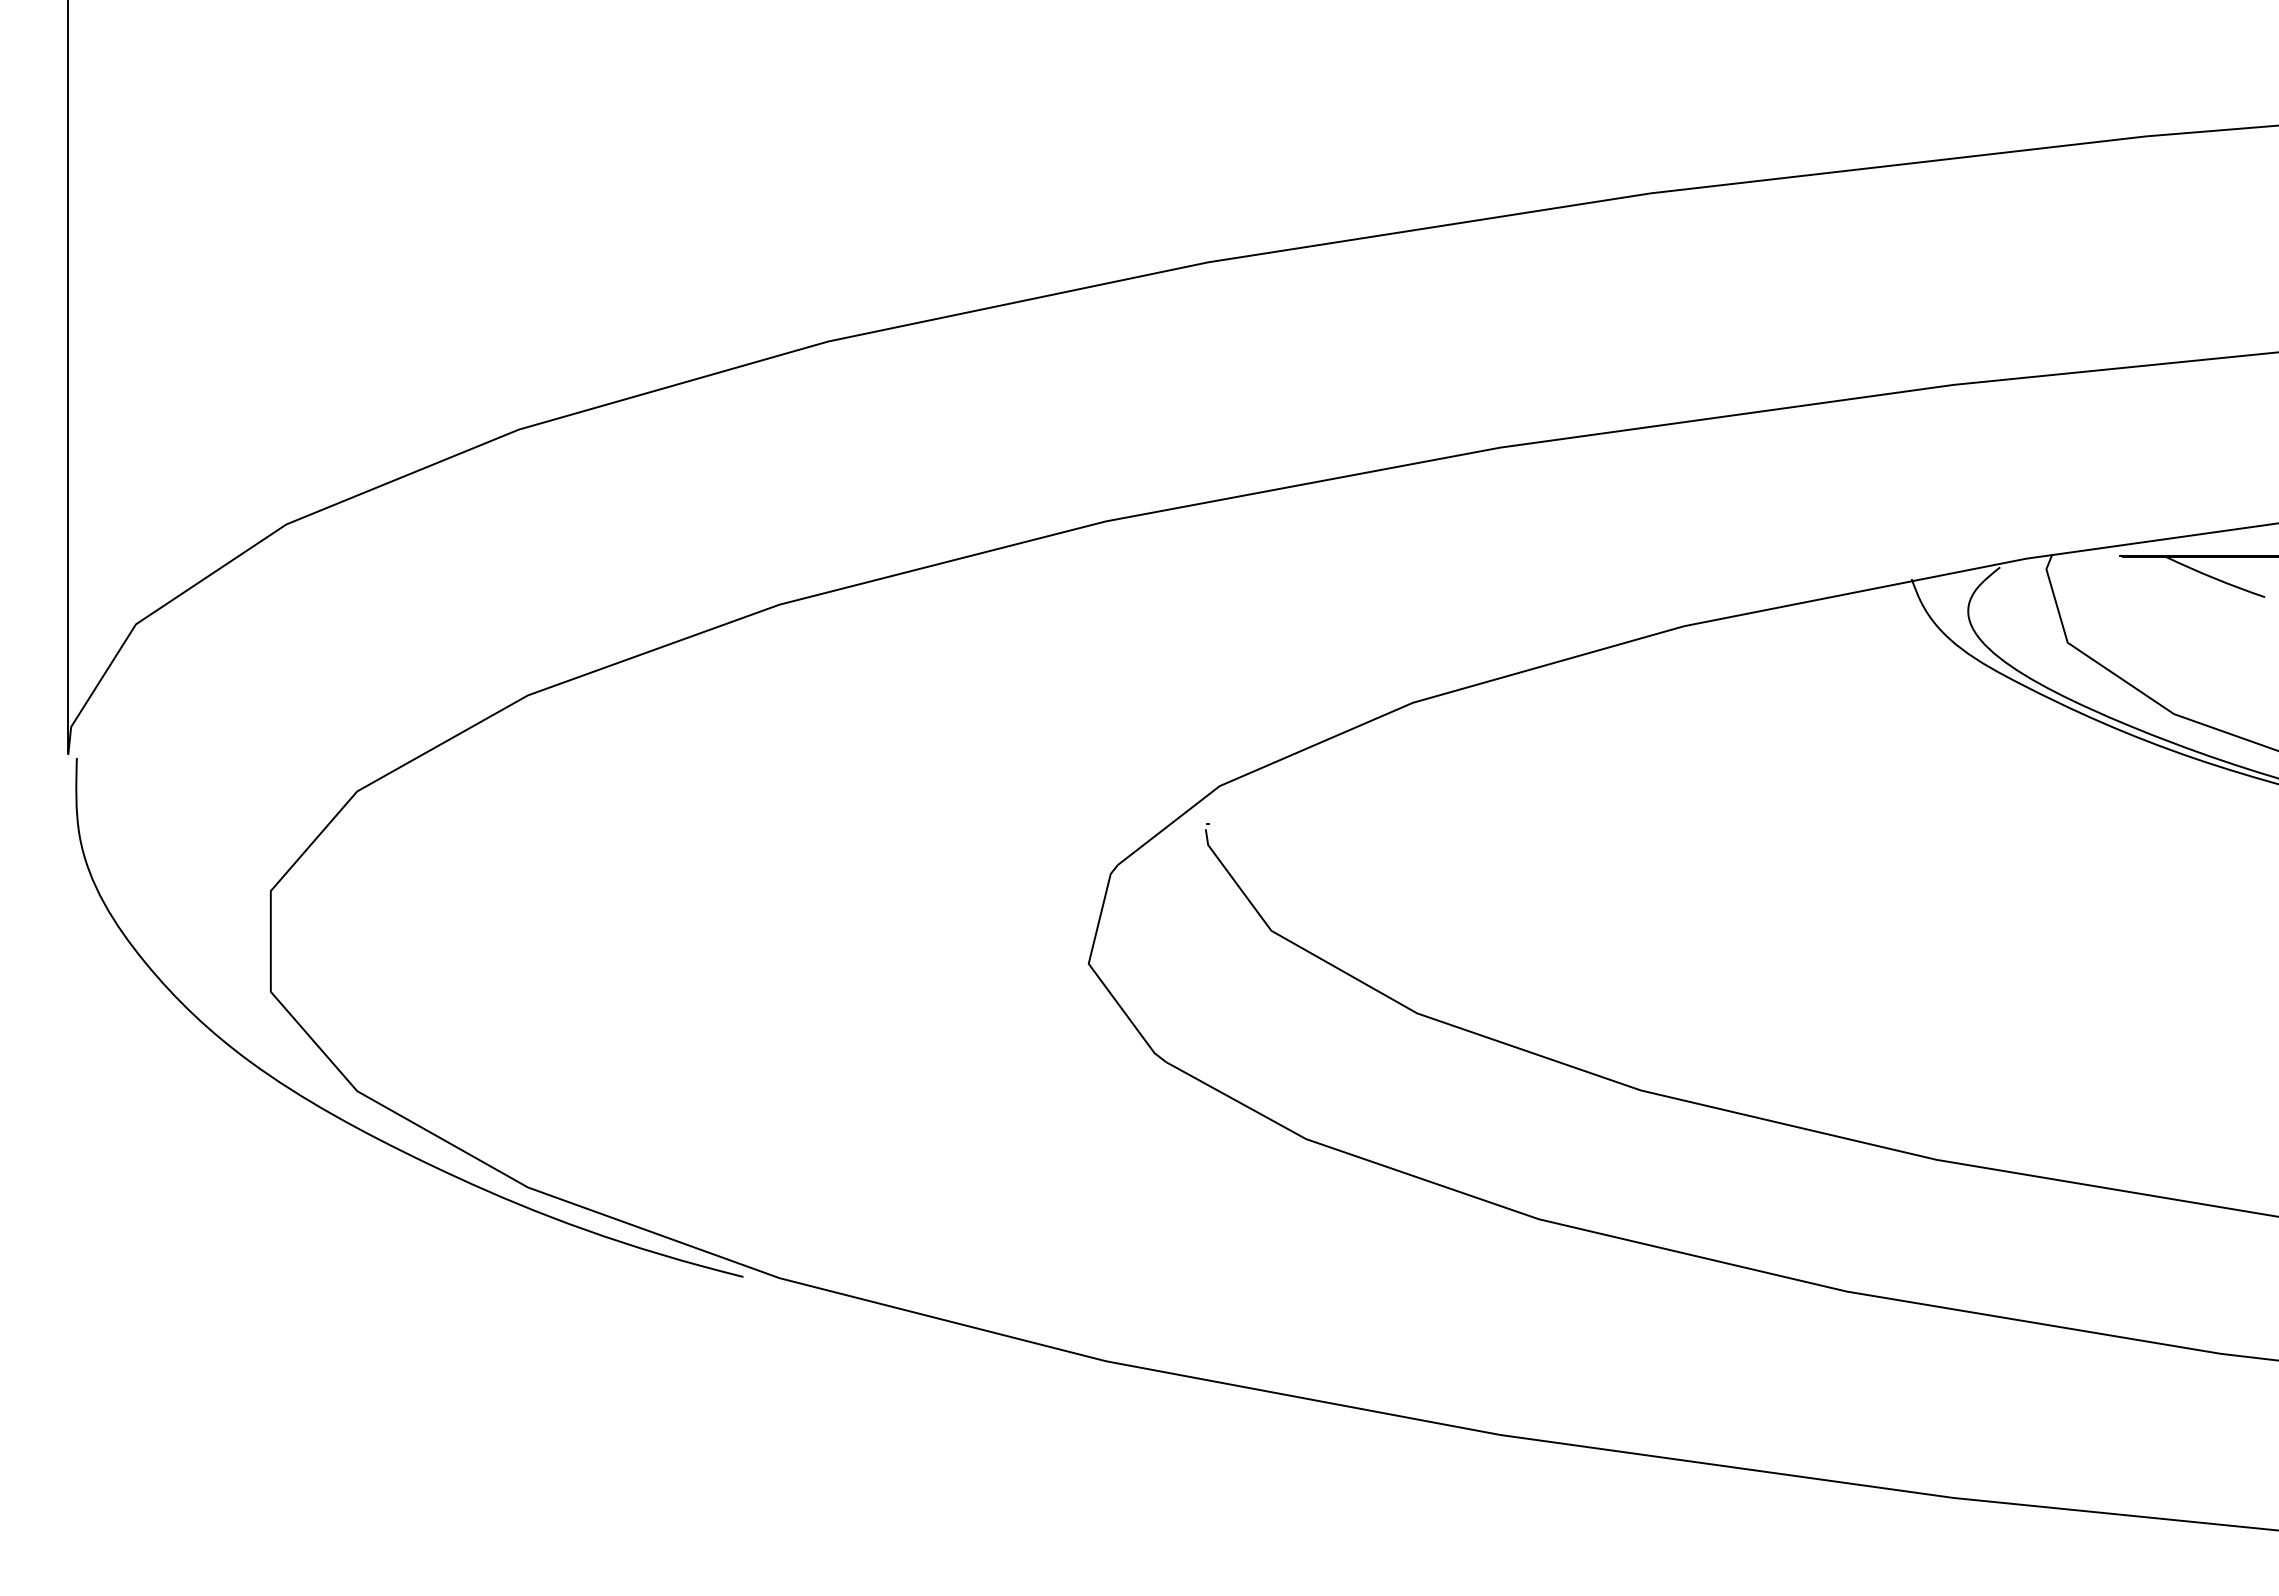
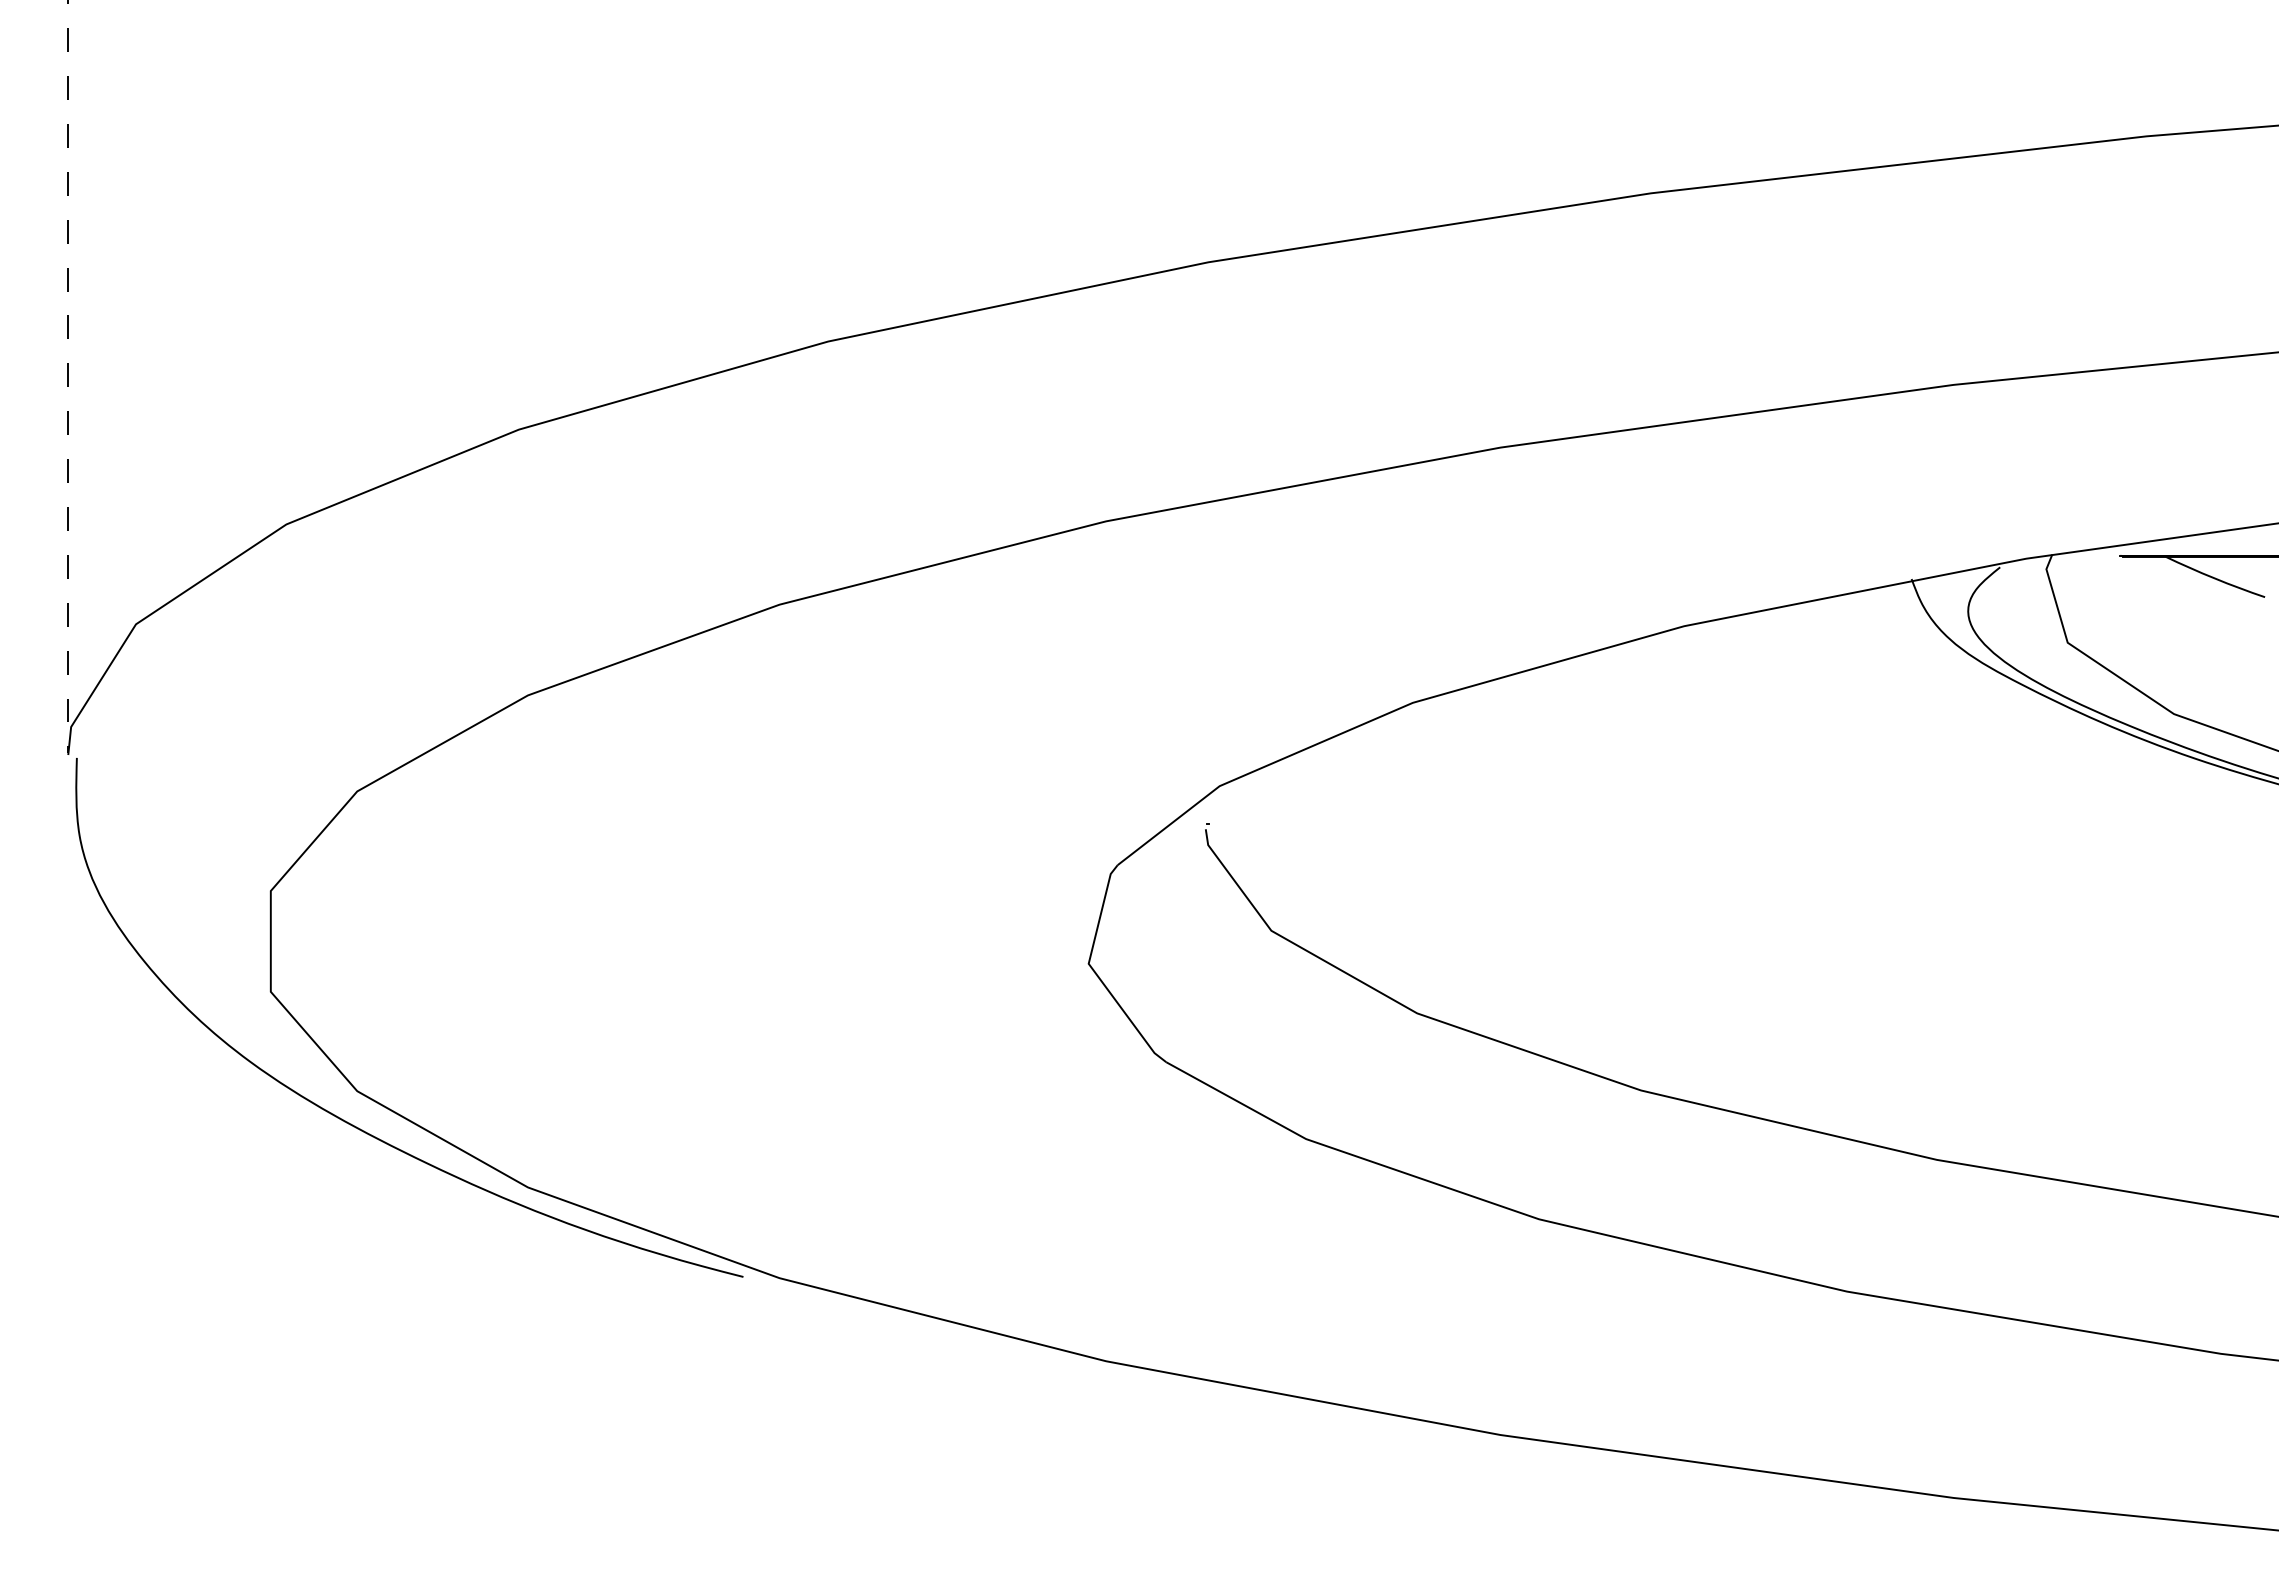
line at (68, 376): solid -> dashed
